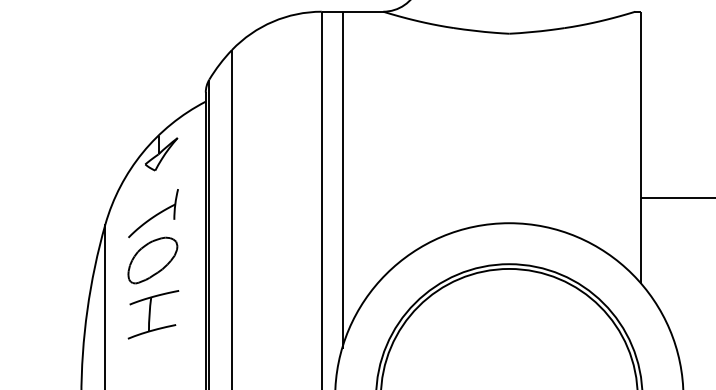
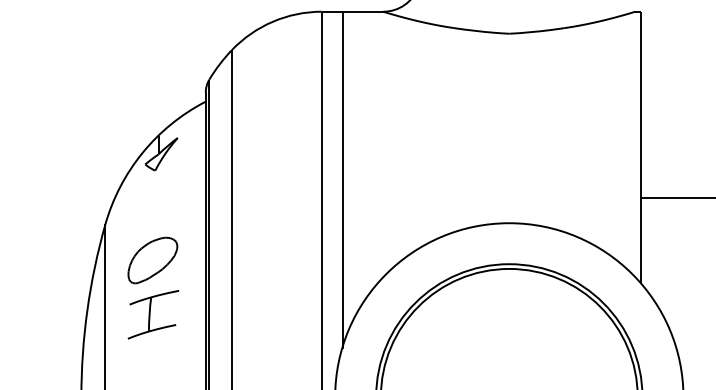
part at (153, 213): present -> none
